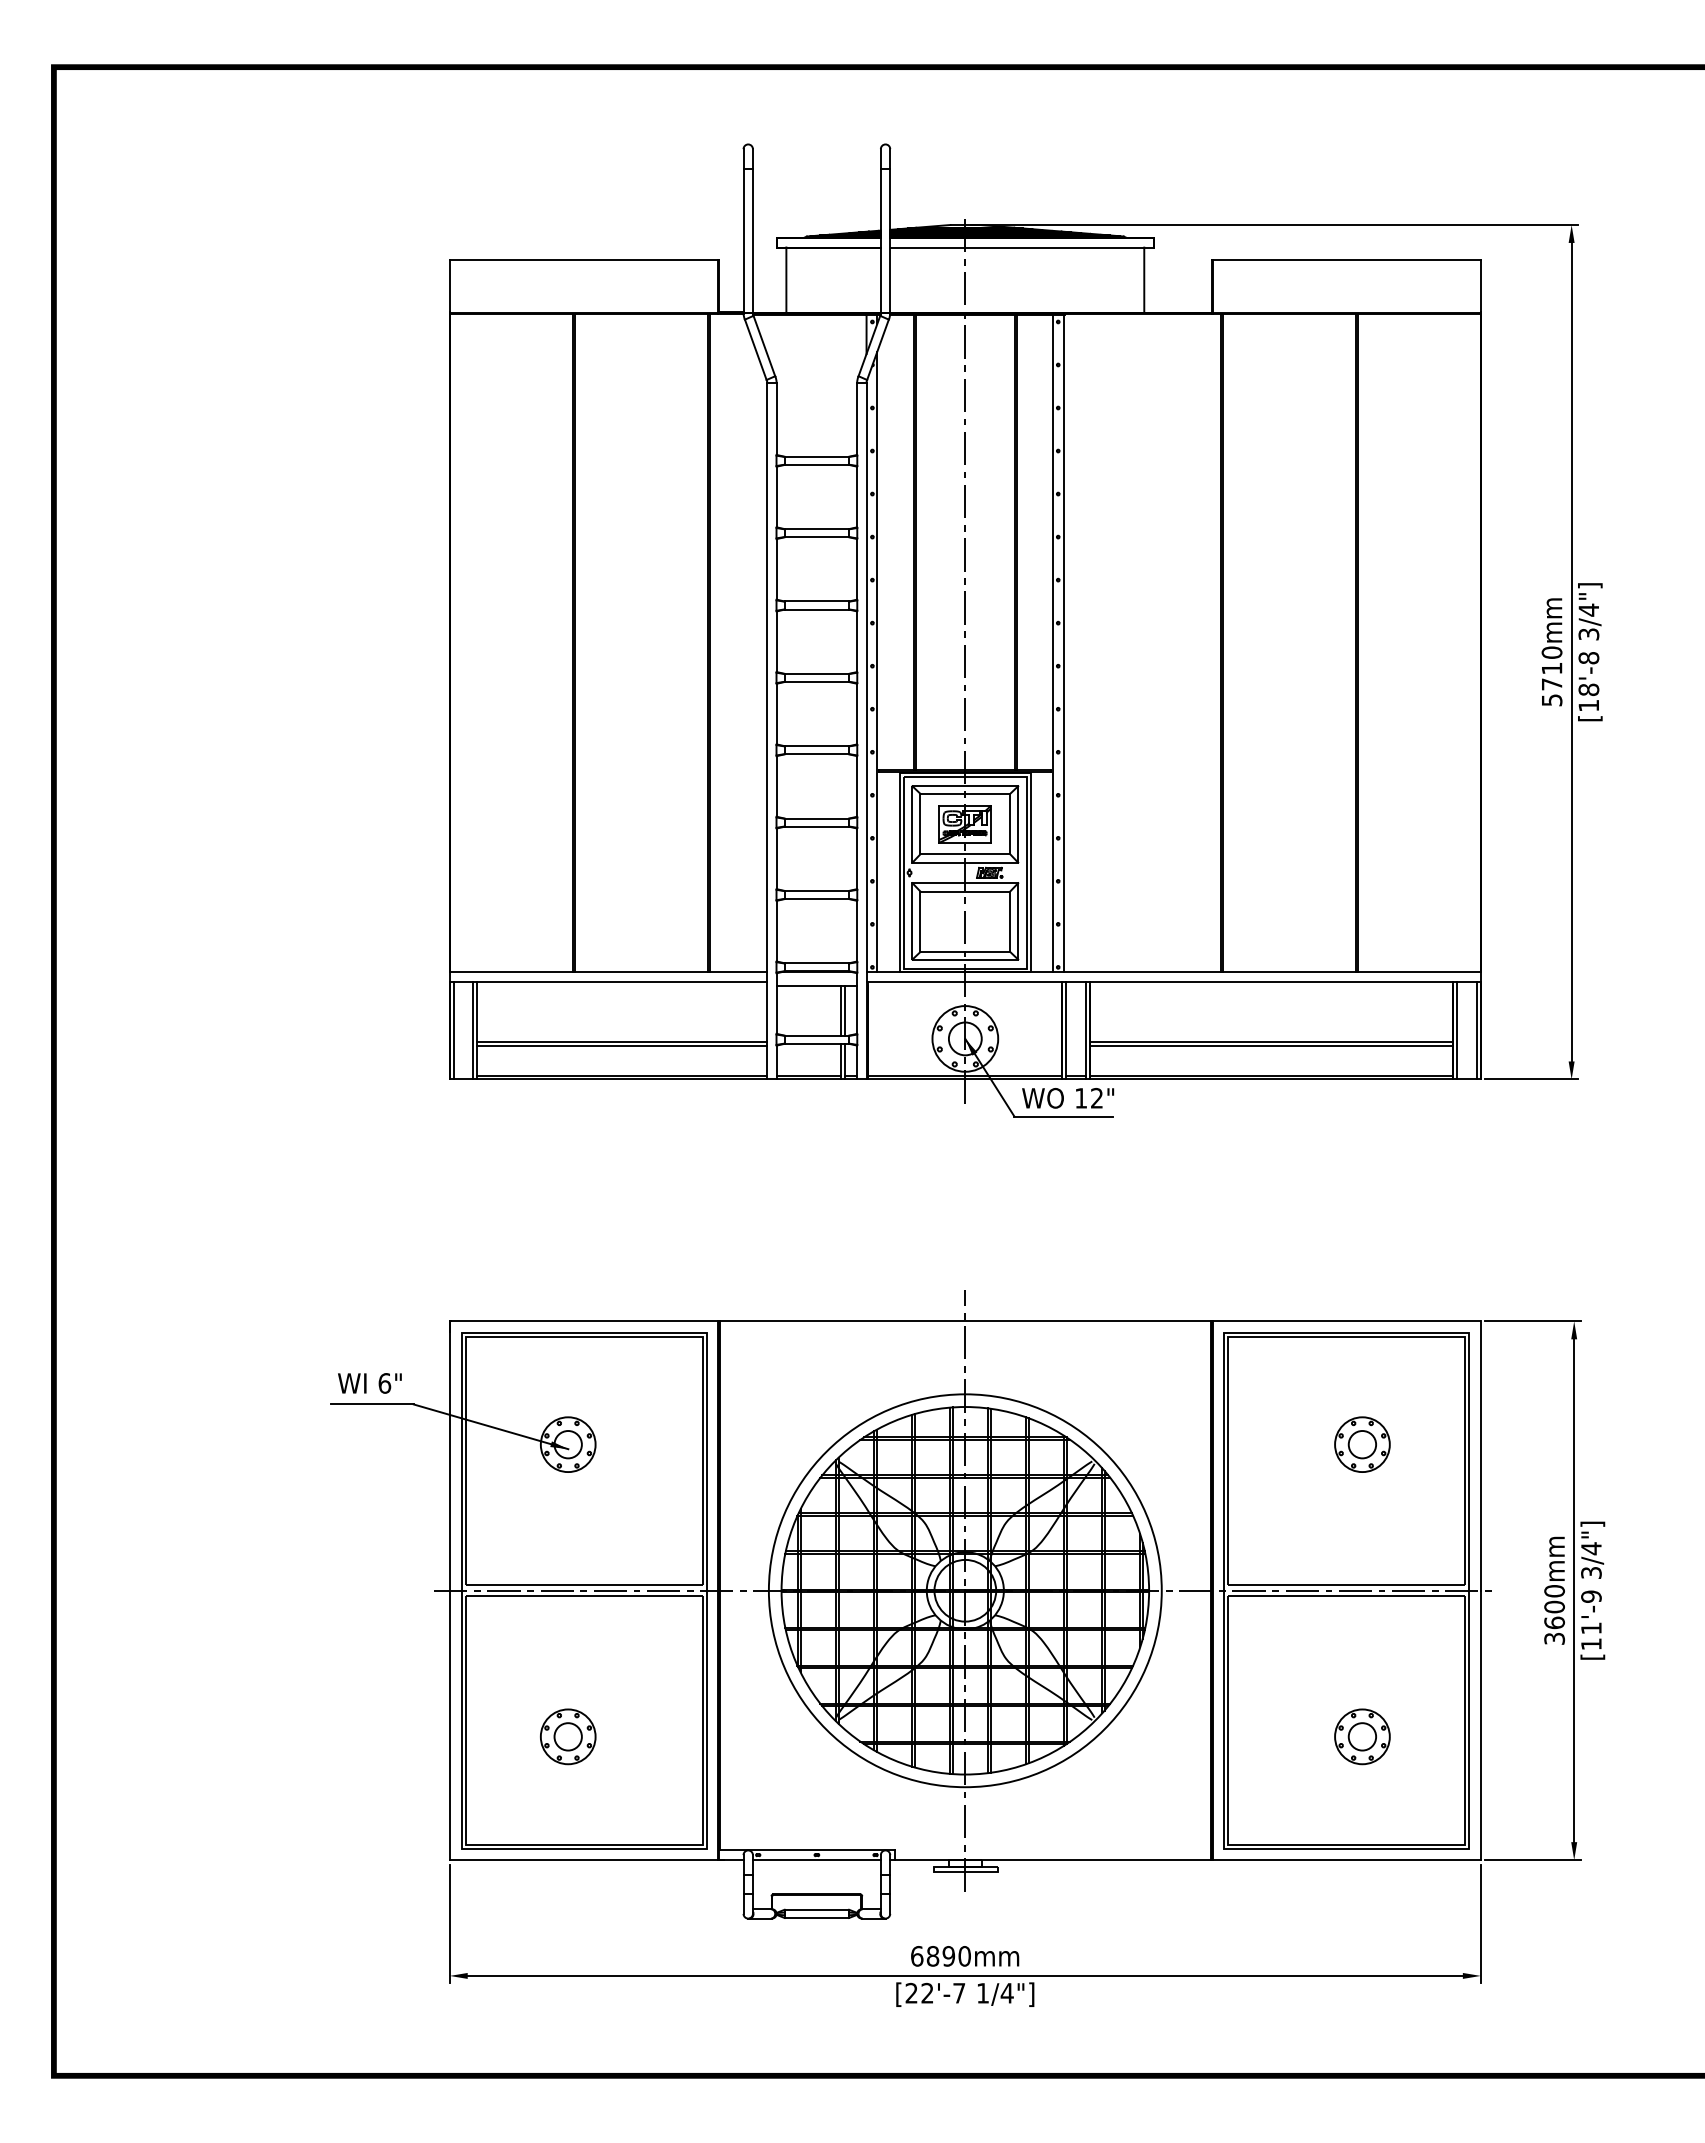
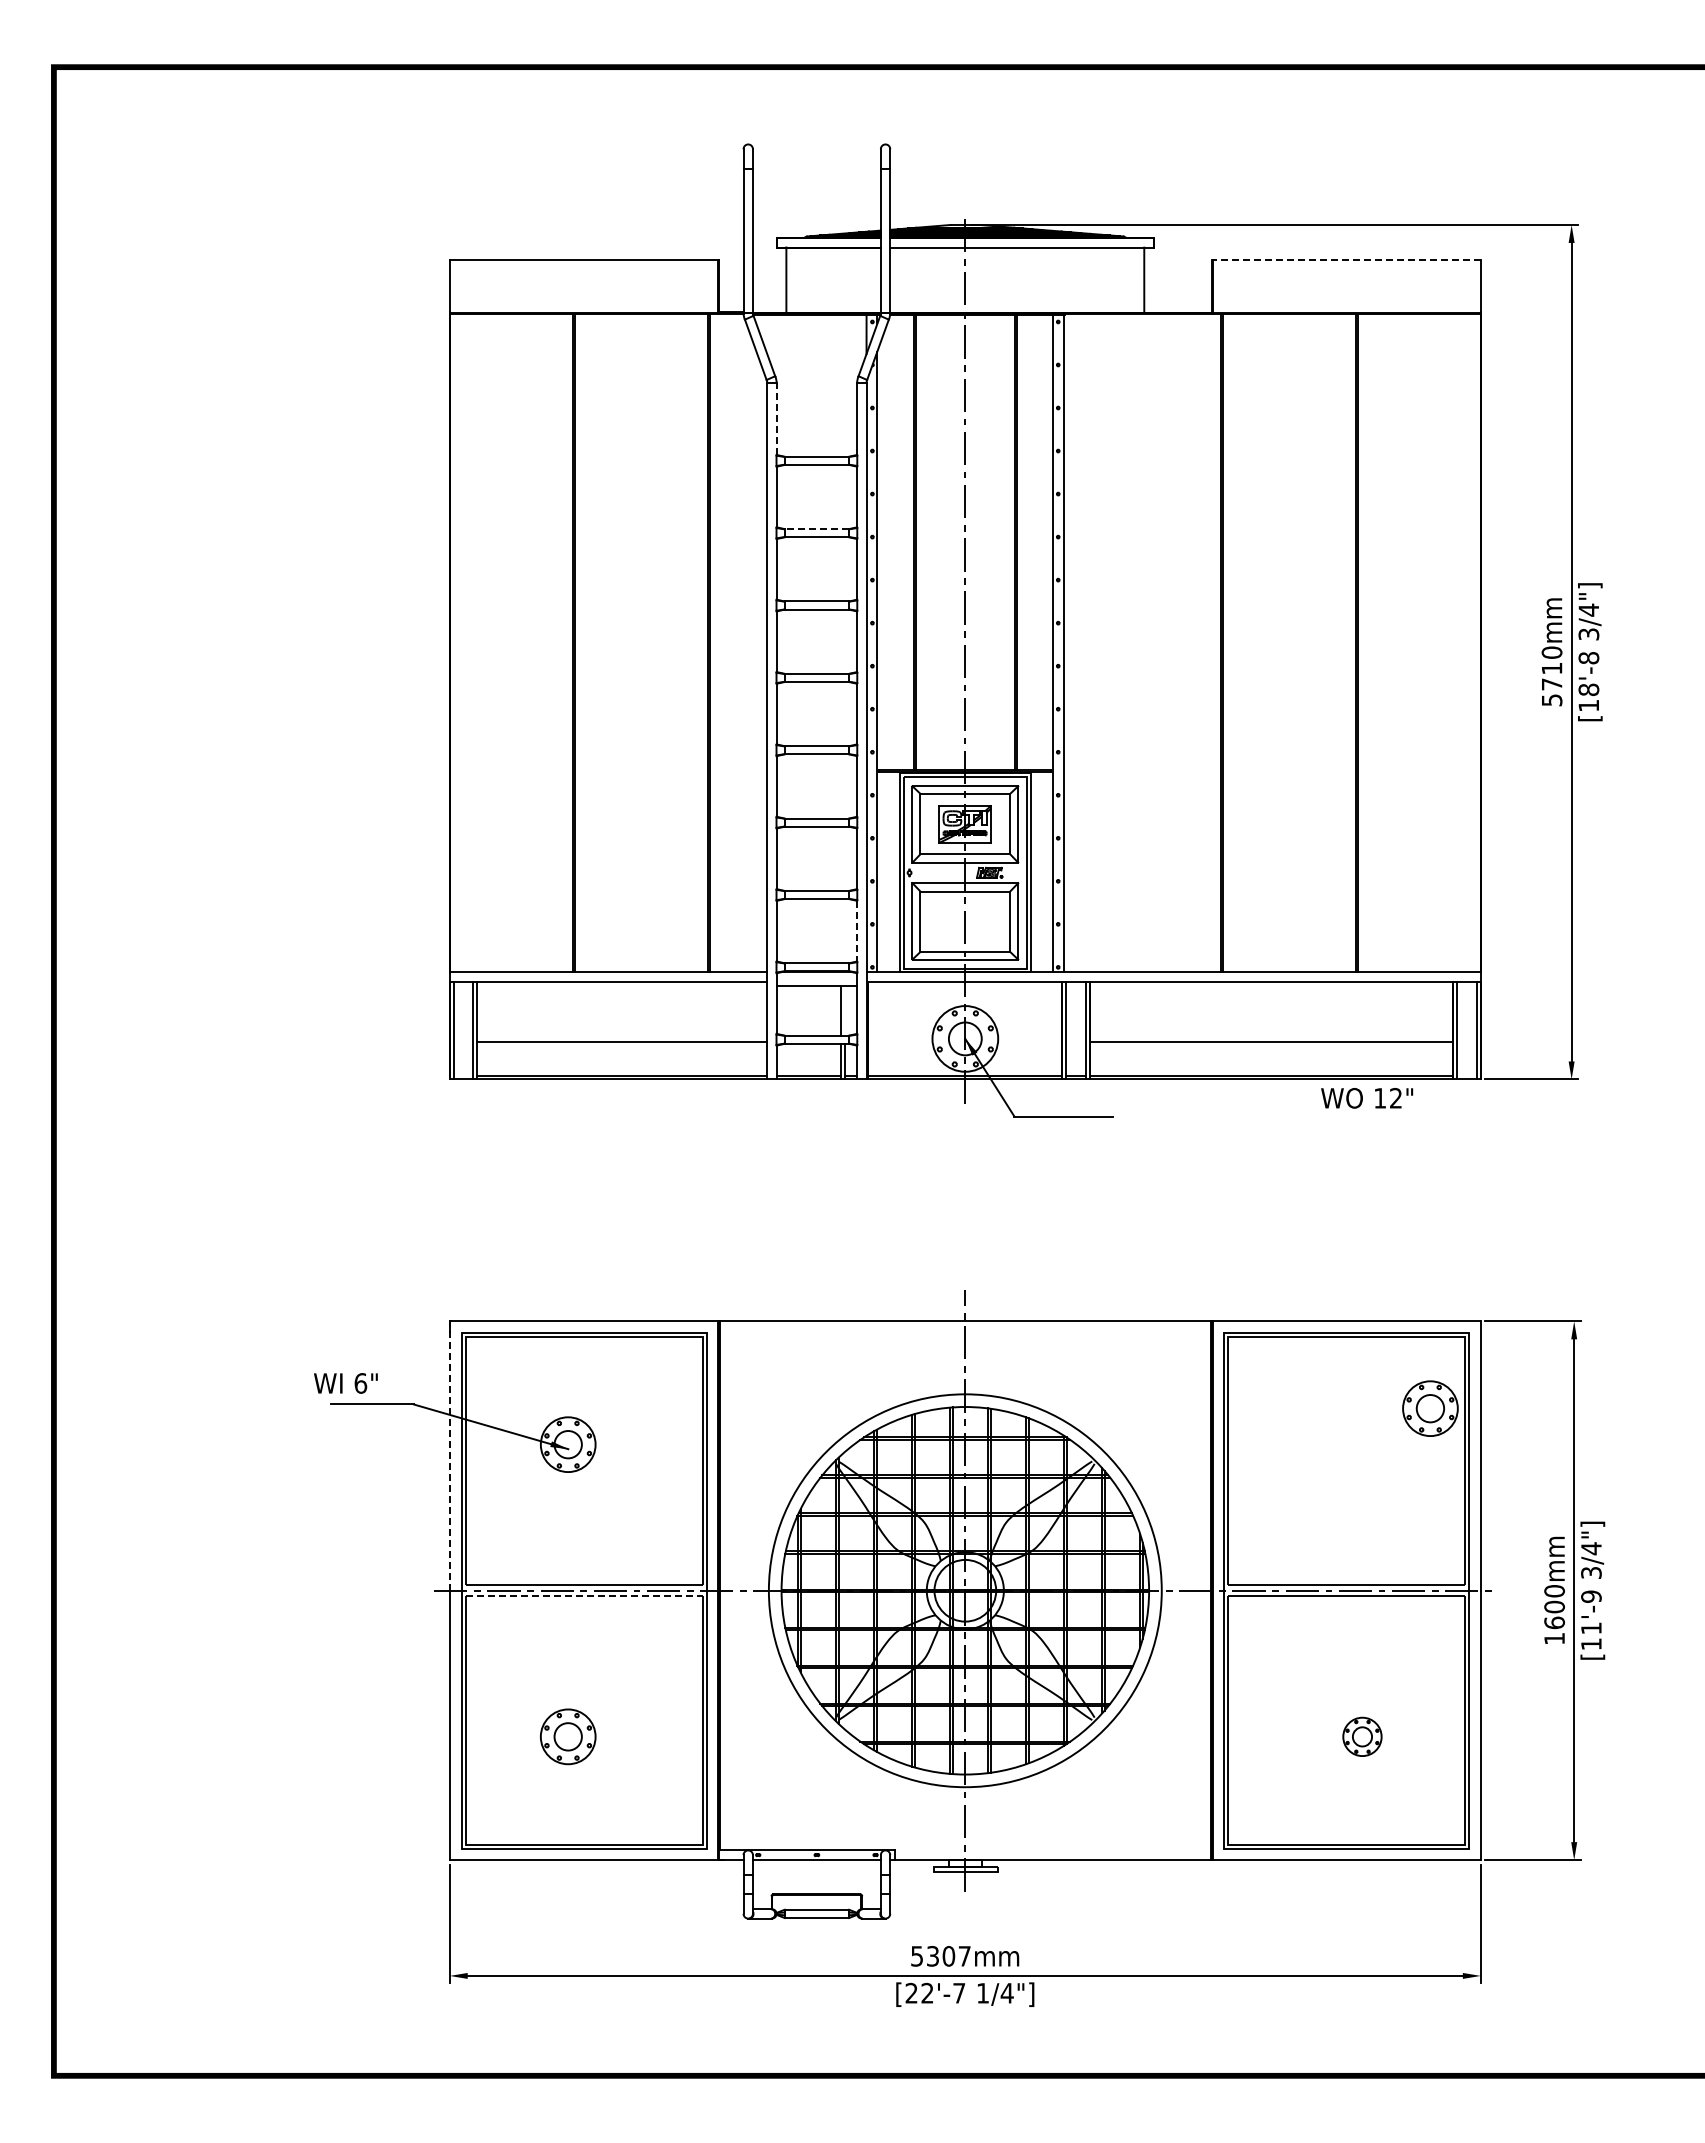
line at (1346, 260): solid -> dashed
line at (776, 418): solid -> dashed
line at (816, 529): solid -> dashed
line at (857, 931): solid -> dashed
line at (844, 1010): present -> none
line at (622, 1045): present -> none
line at (1271, 1045): present -> none
text at (1068, 1098) position: (1068, 1098) -> (1367, 1098)
text at (369, 1383) position: (369, 1383) -> (345, 1383)
part at (1362, 1444) position: (1362, 1444) -> (1430, 1408)
line at (449, 1456): solid -> dashed
line at (584, 1596): solid -> dashed
text at (1554, 1638): 3600mm -> 1600mm
part at (1362, 1736) size: 57x58 px -> 41x41 px
text at (940, 1956): 6890mm -> 5307mm
